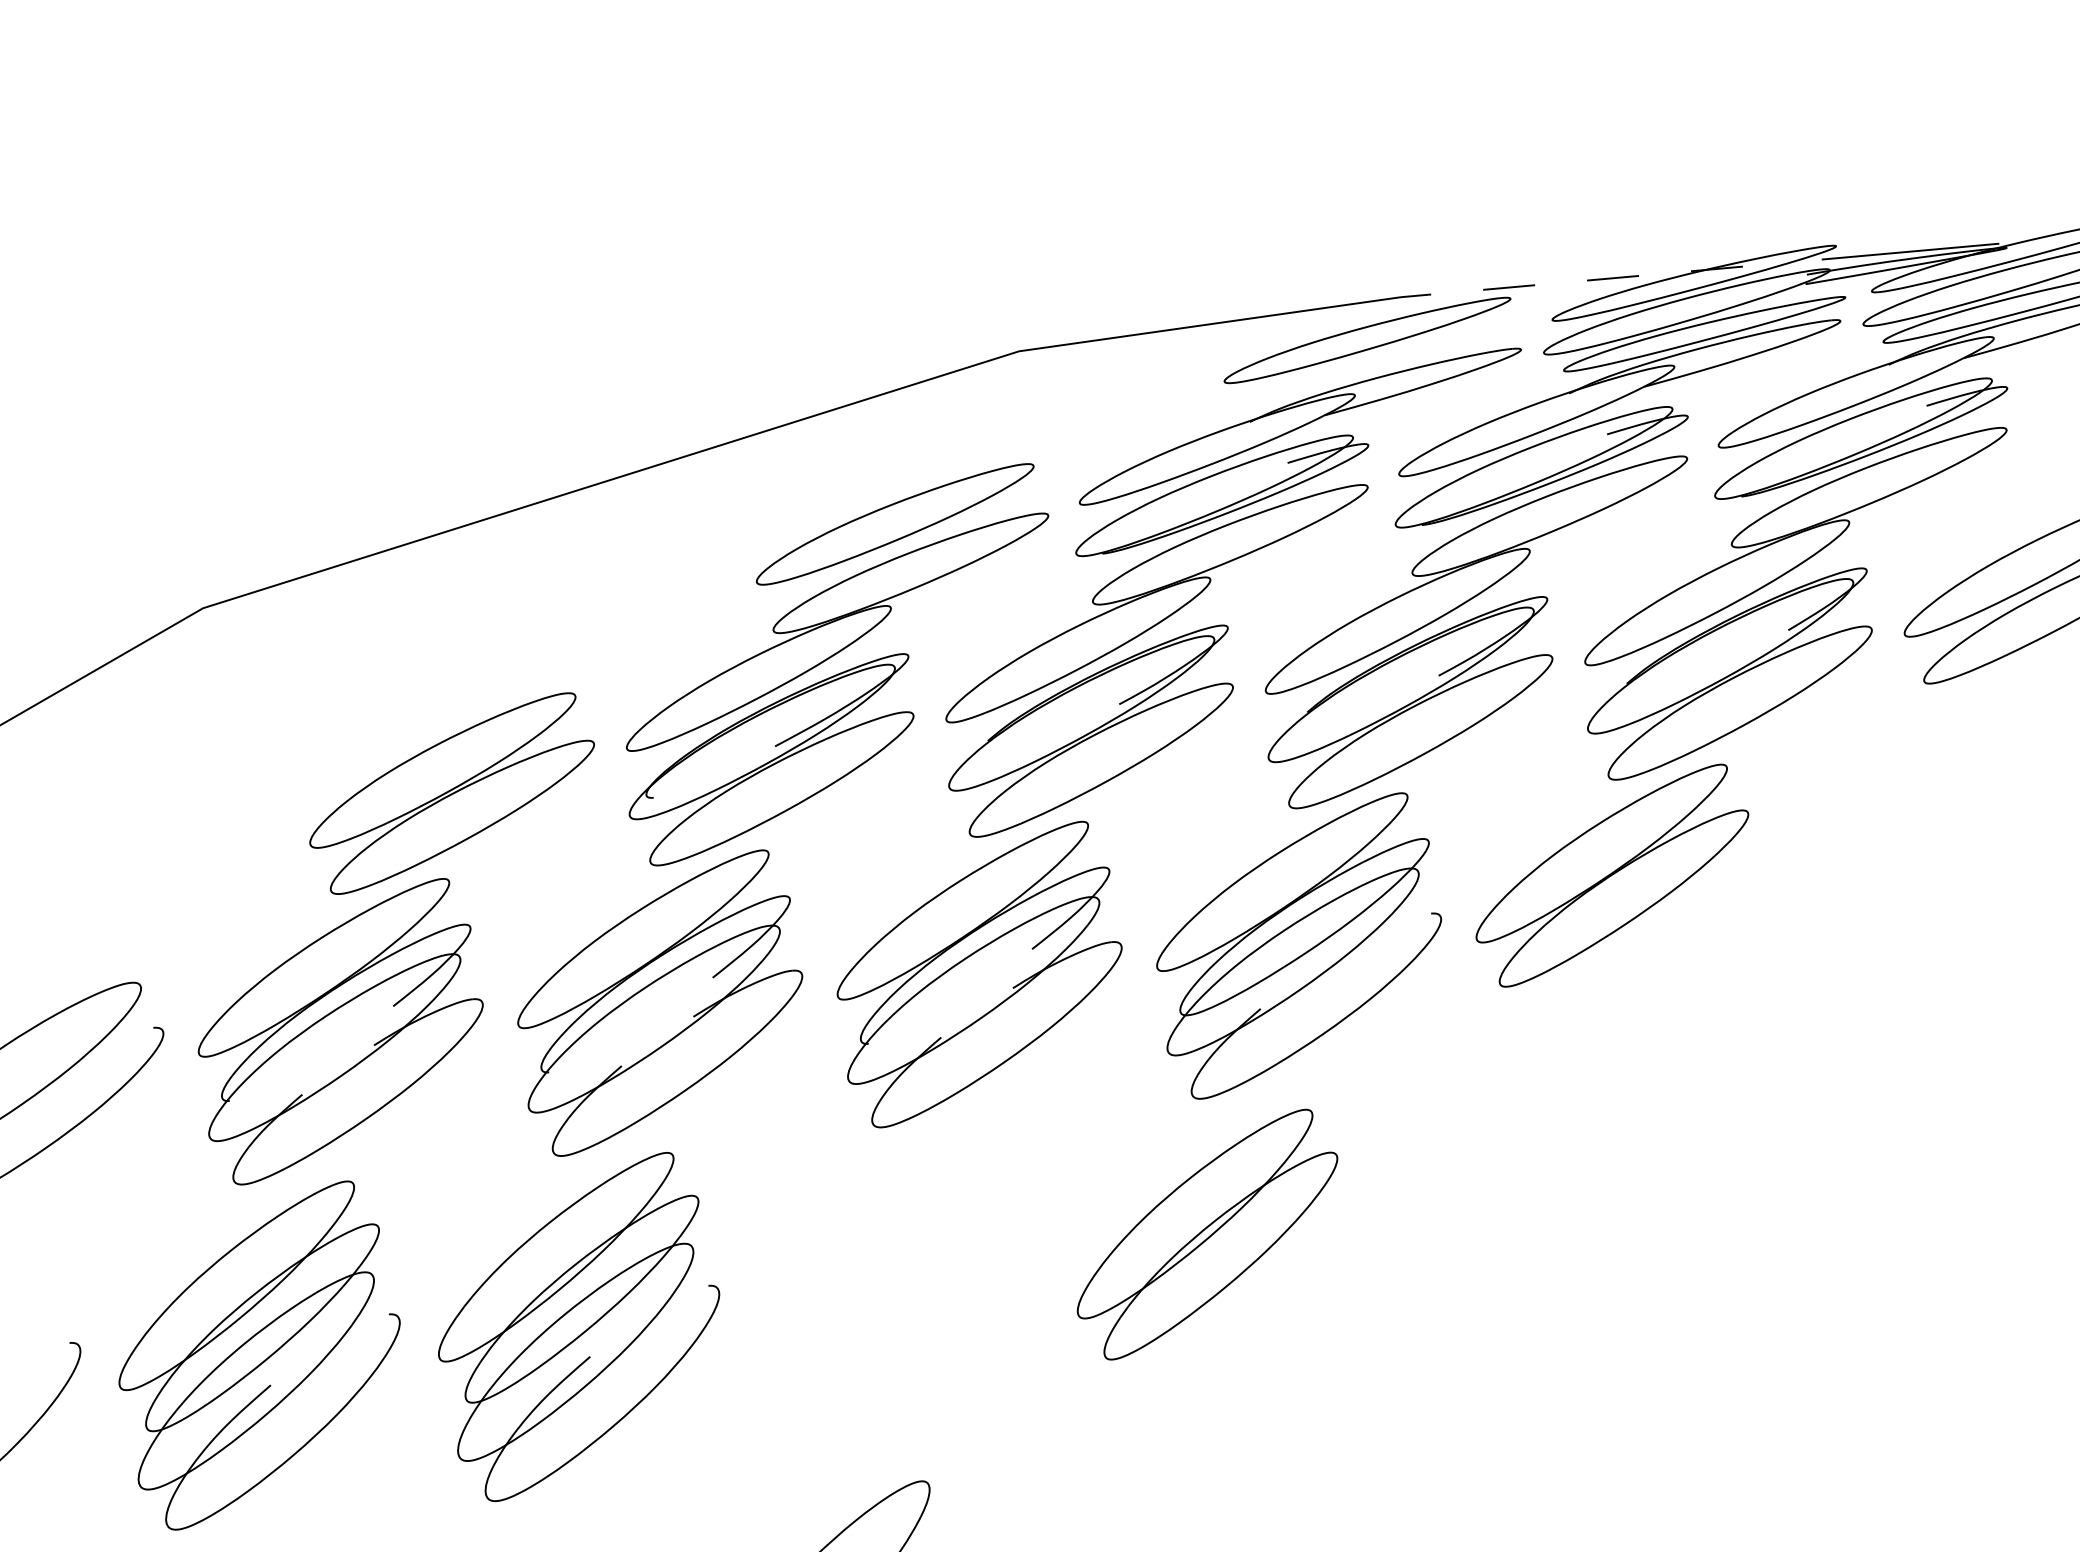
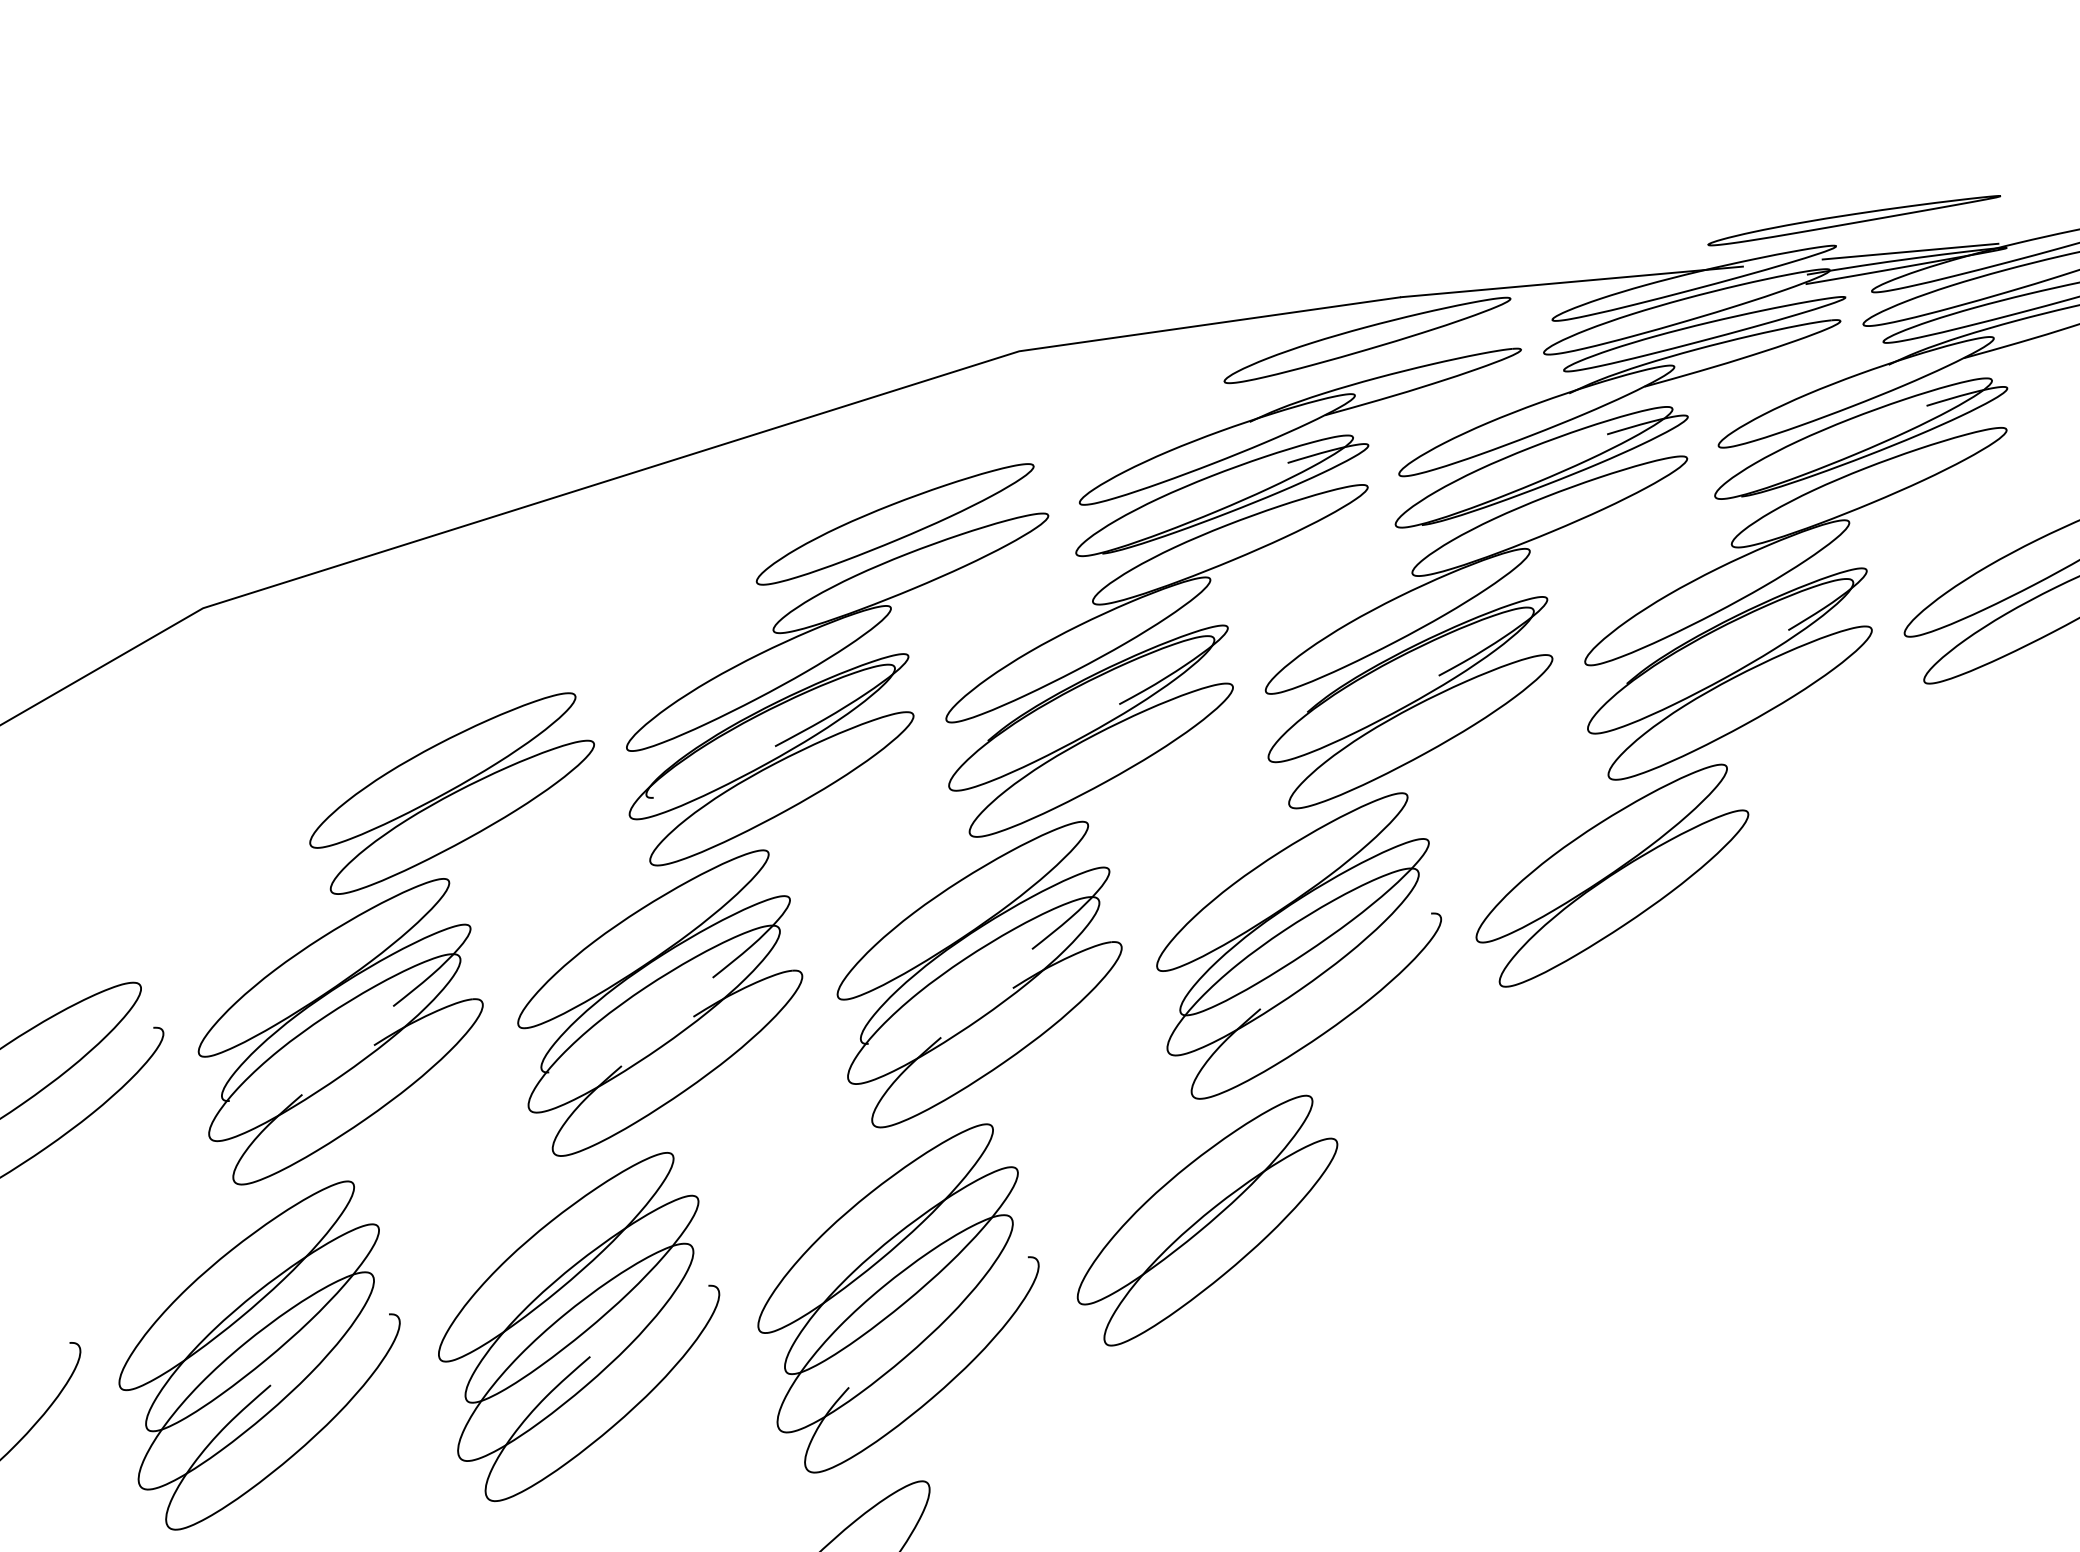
part at (1854, 220): none -> present
line at (1571, 281): dashed -> solid
part at (1207, 1234) position: (1207, 1234) -> (1207, 1220)
part at (898, 1298): none -> present
